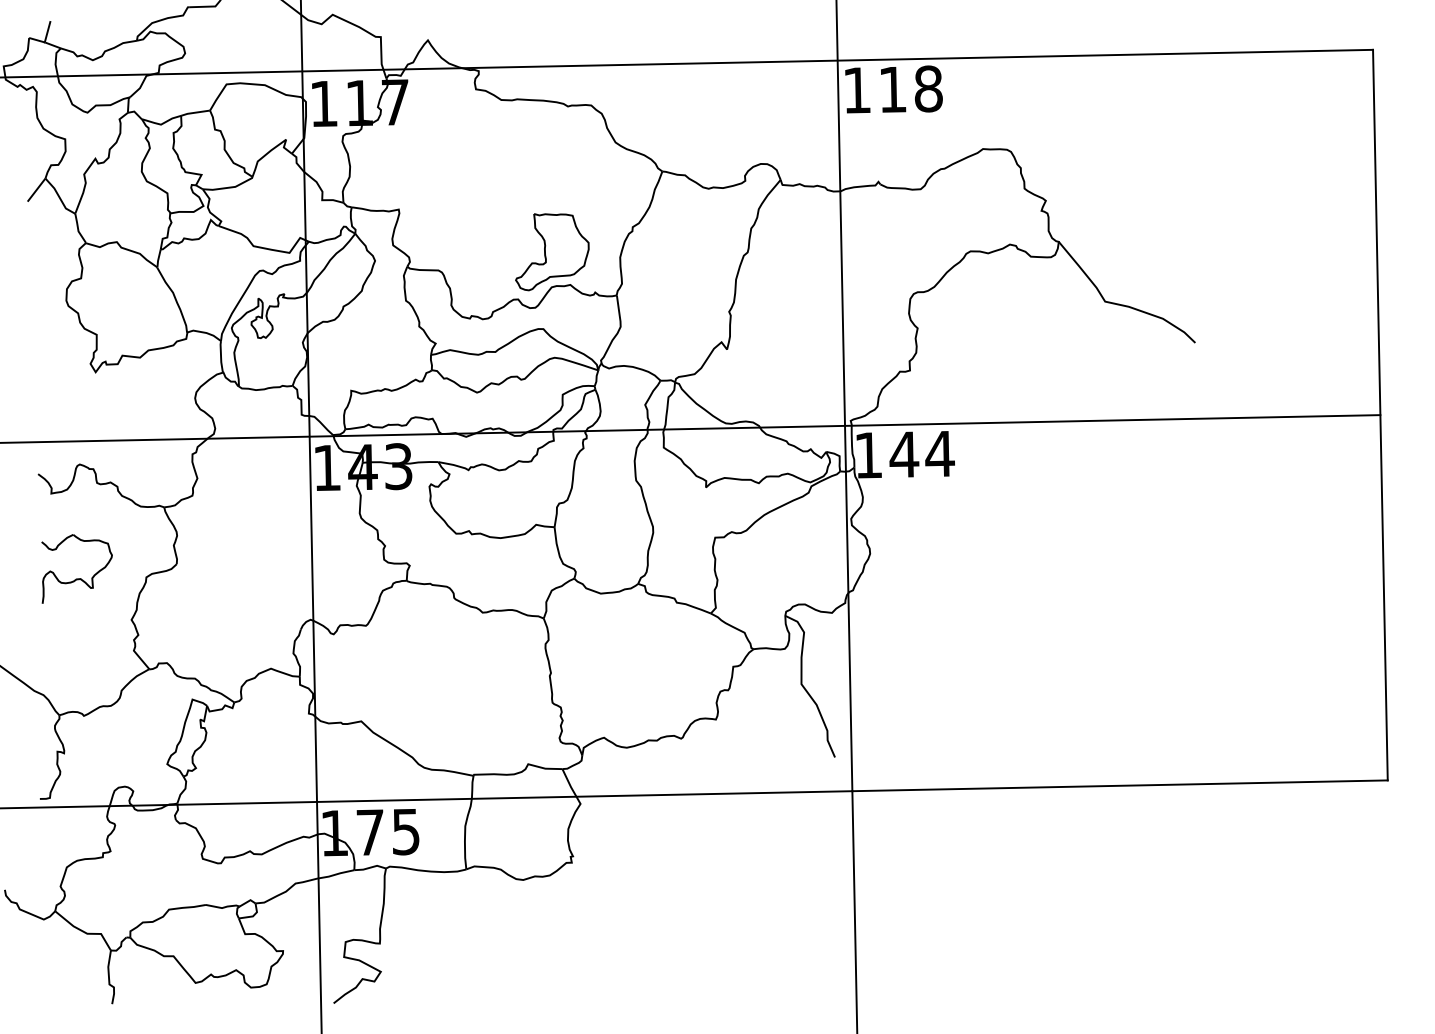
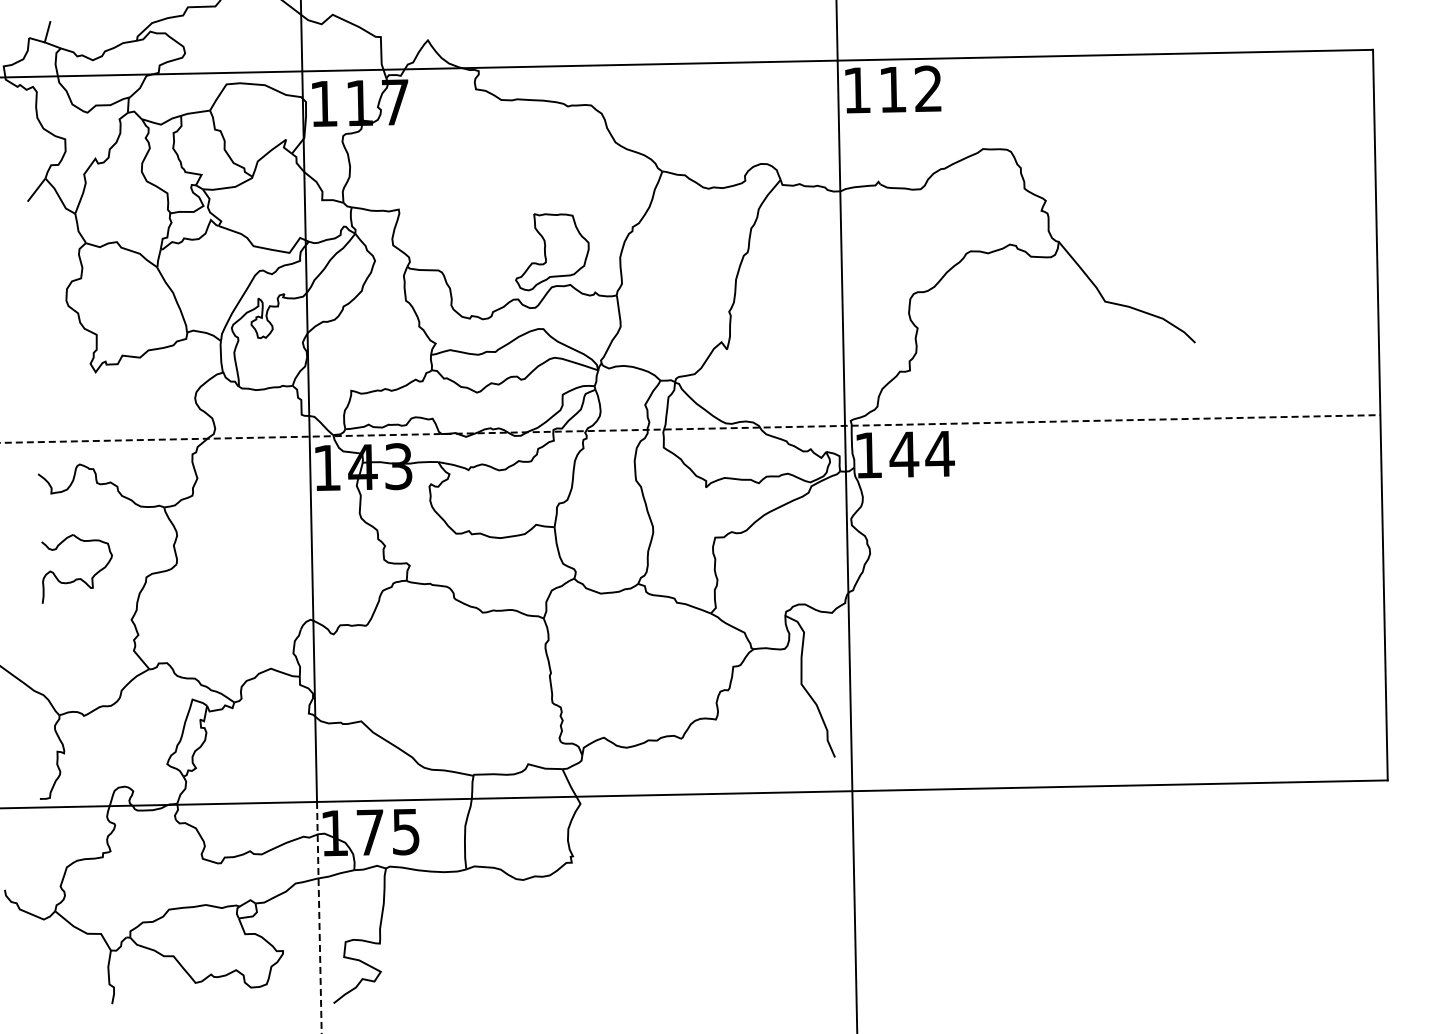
text at (928, 88): 118 -> 112
line at (690, 429): solid -> dashed
line at (319, 917): solid -> dashed
